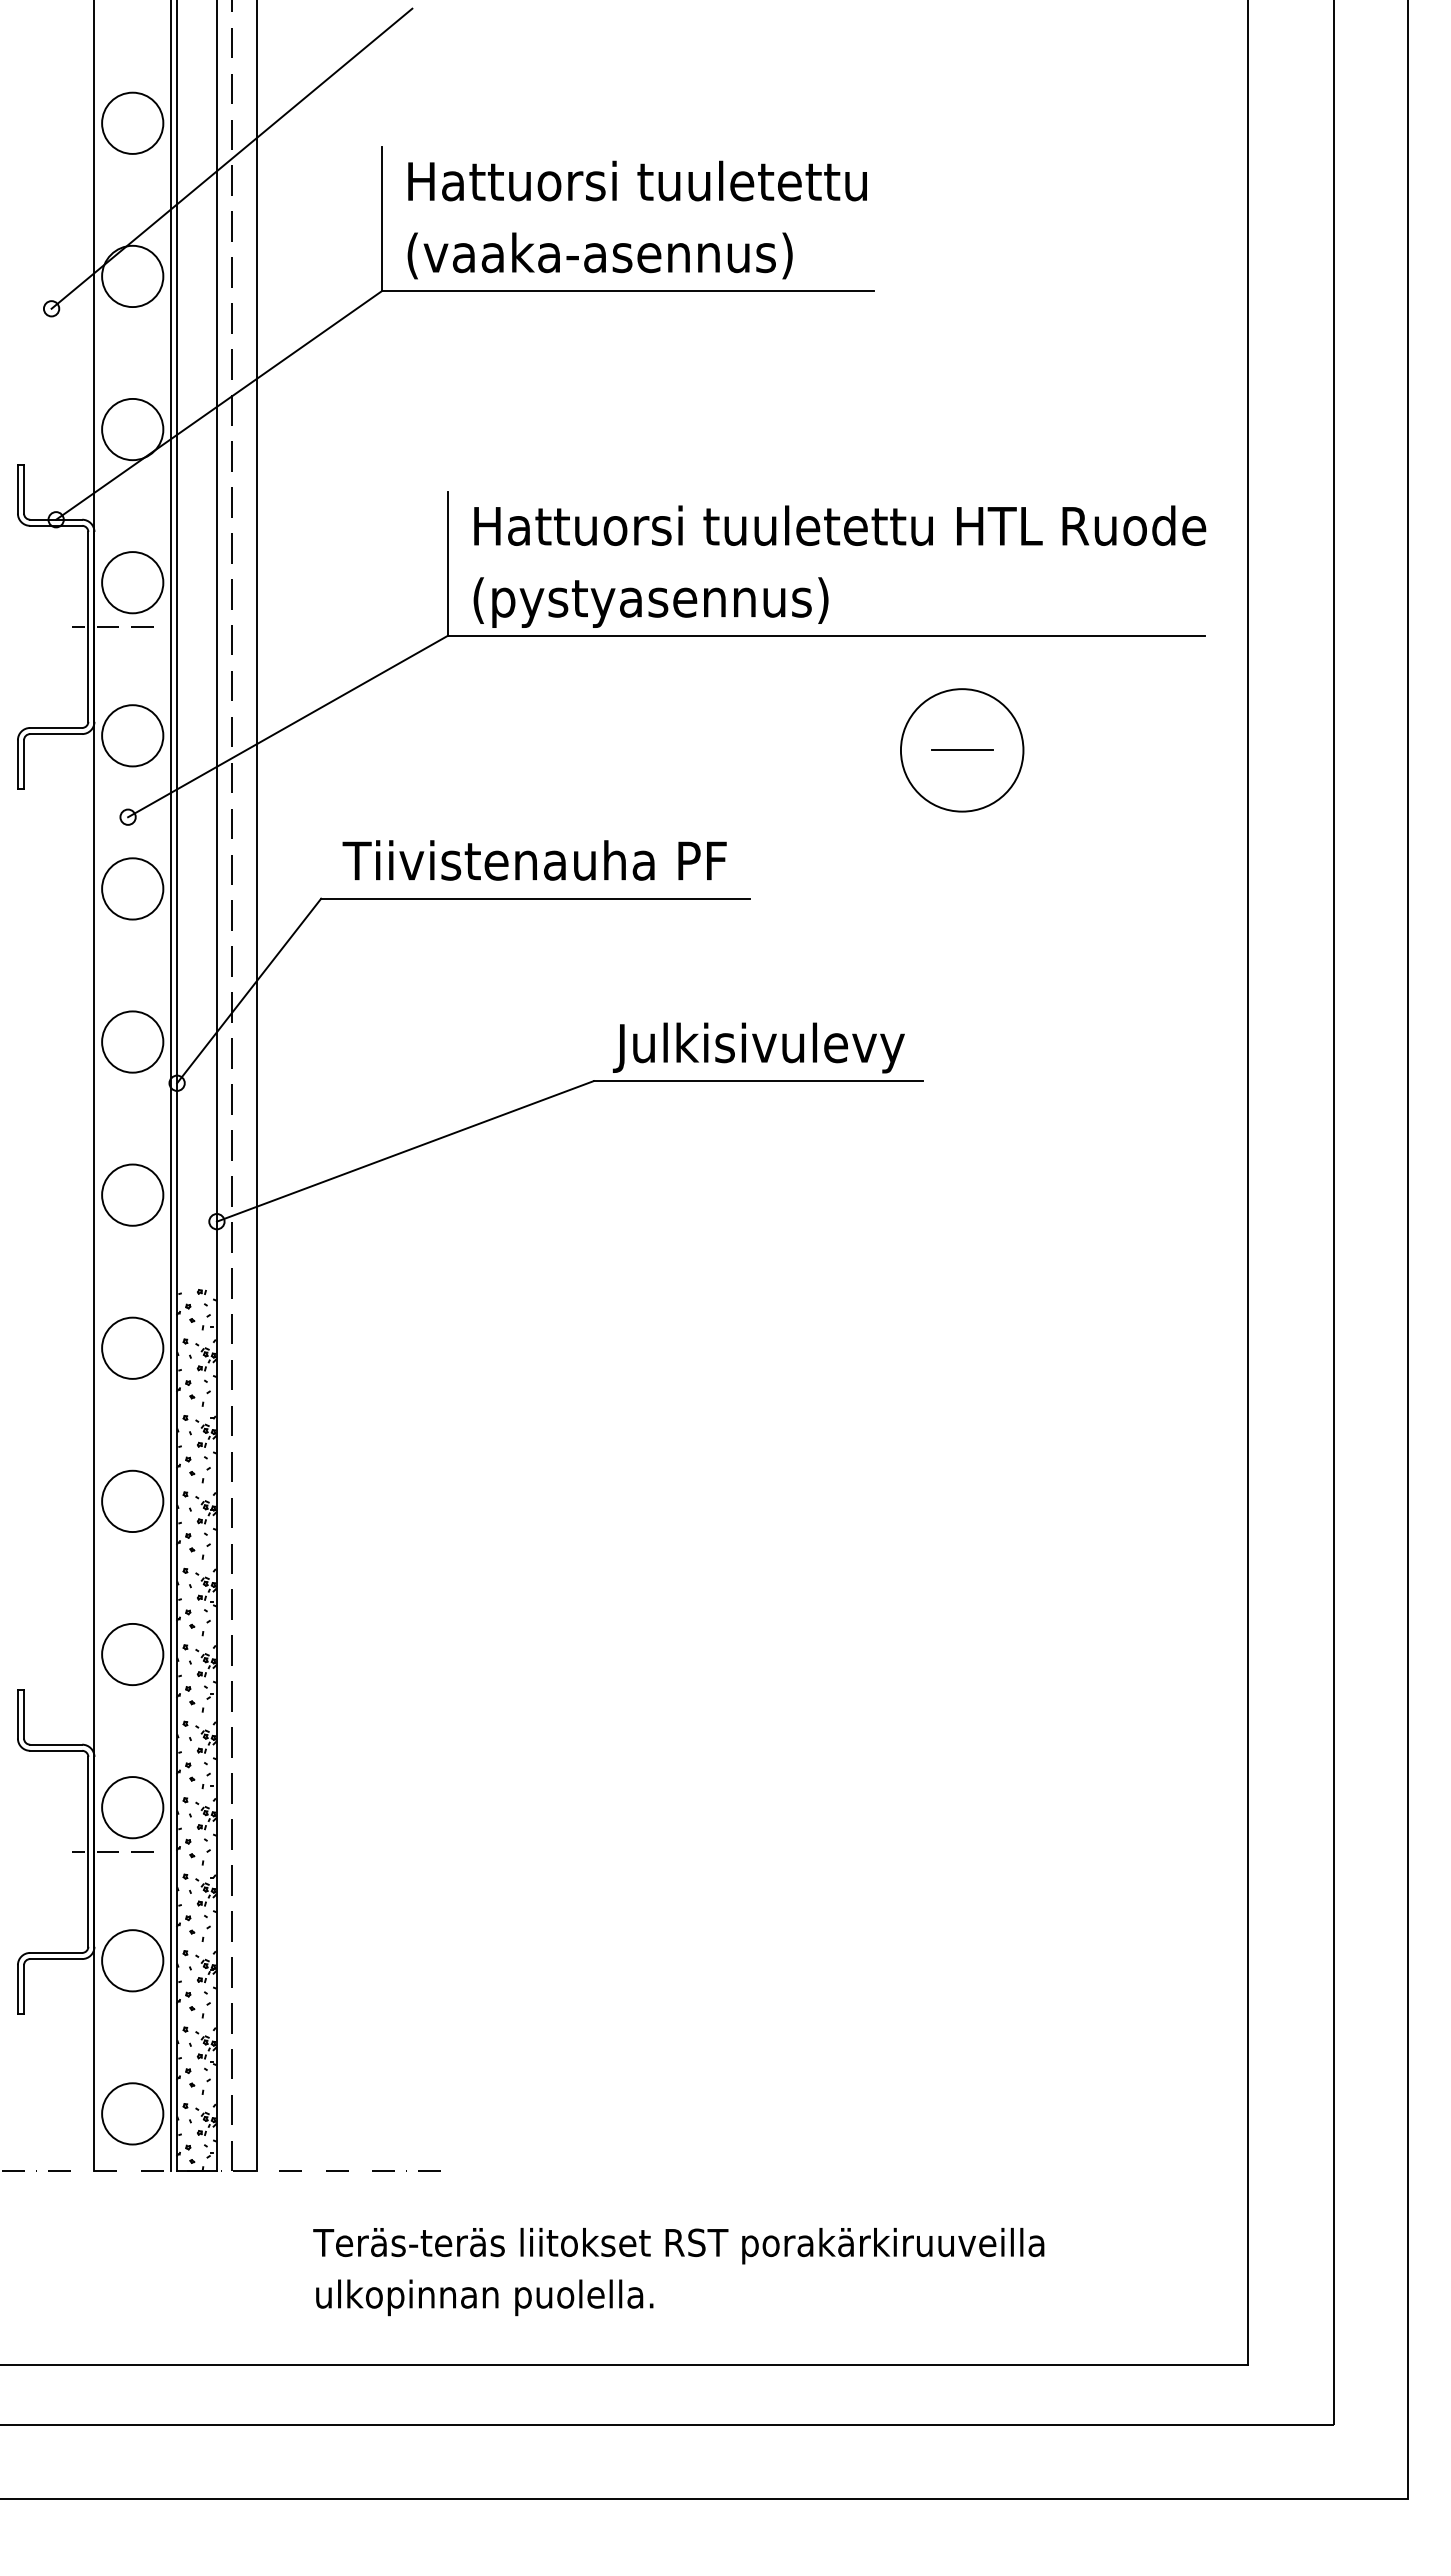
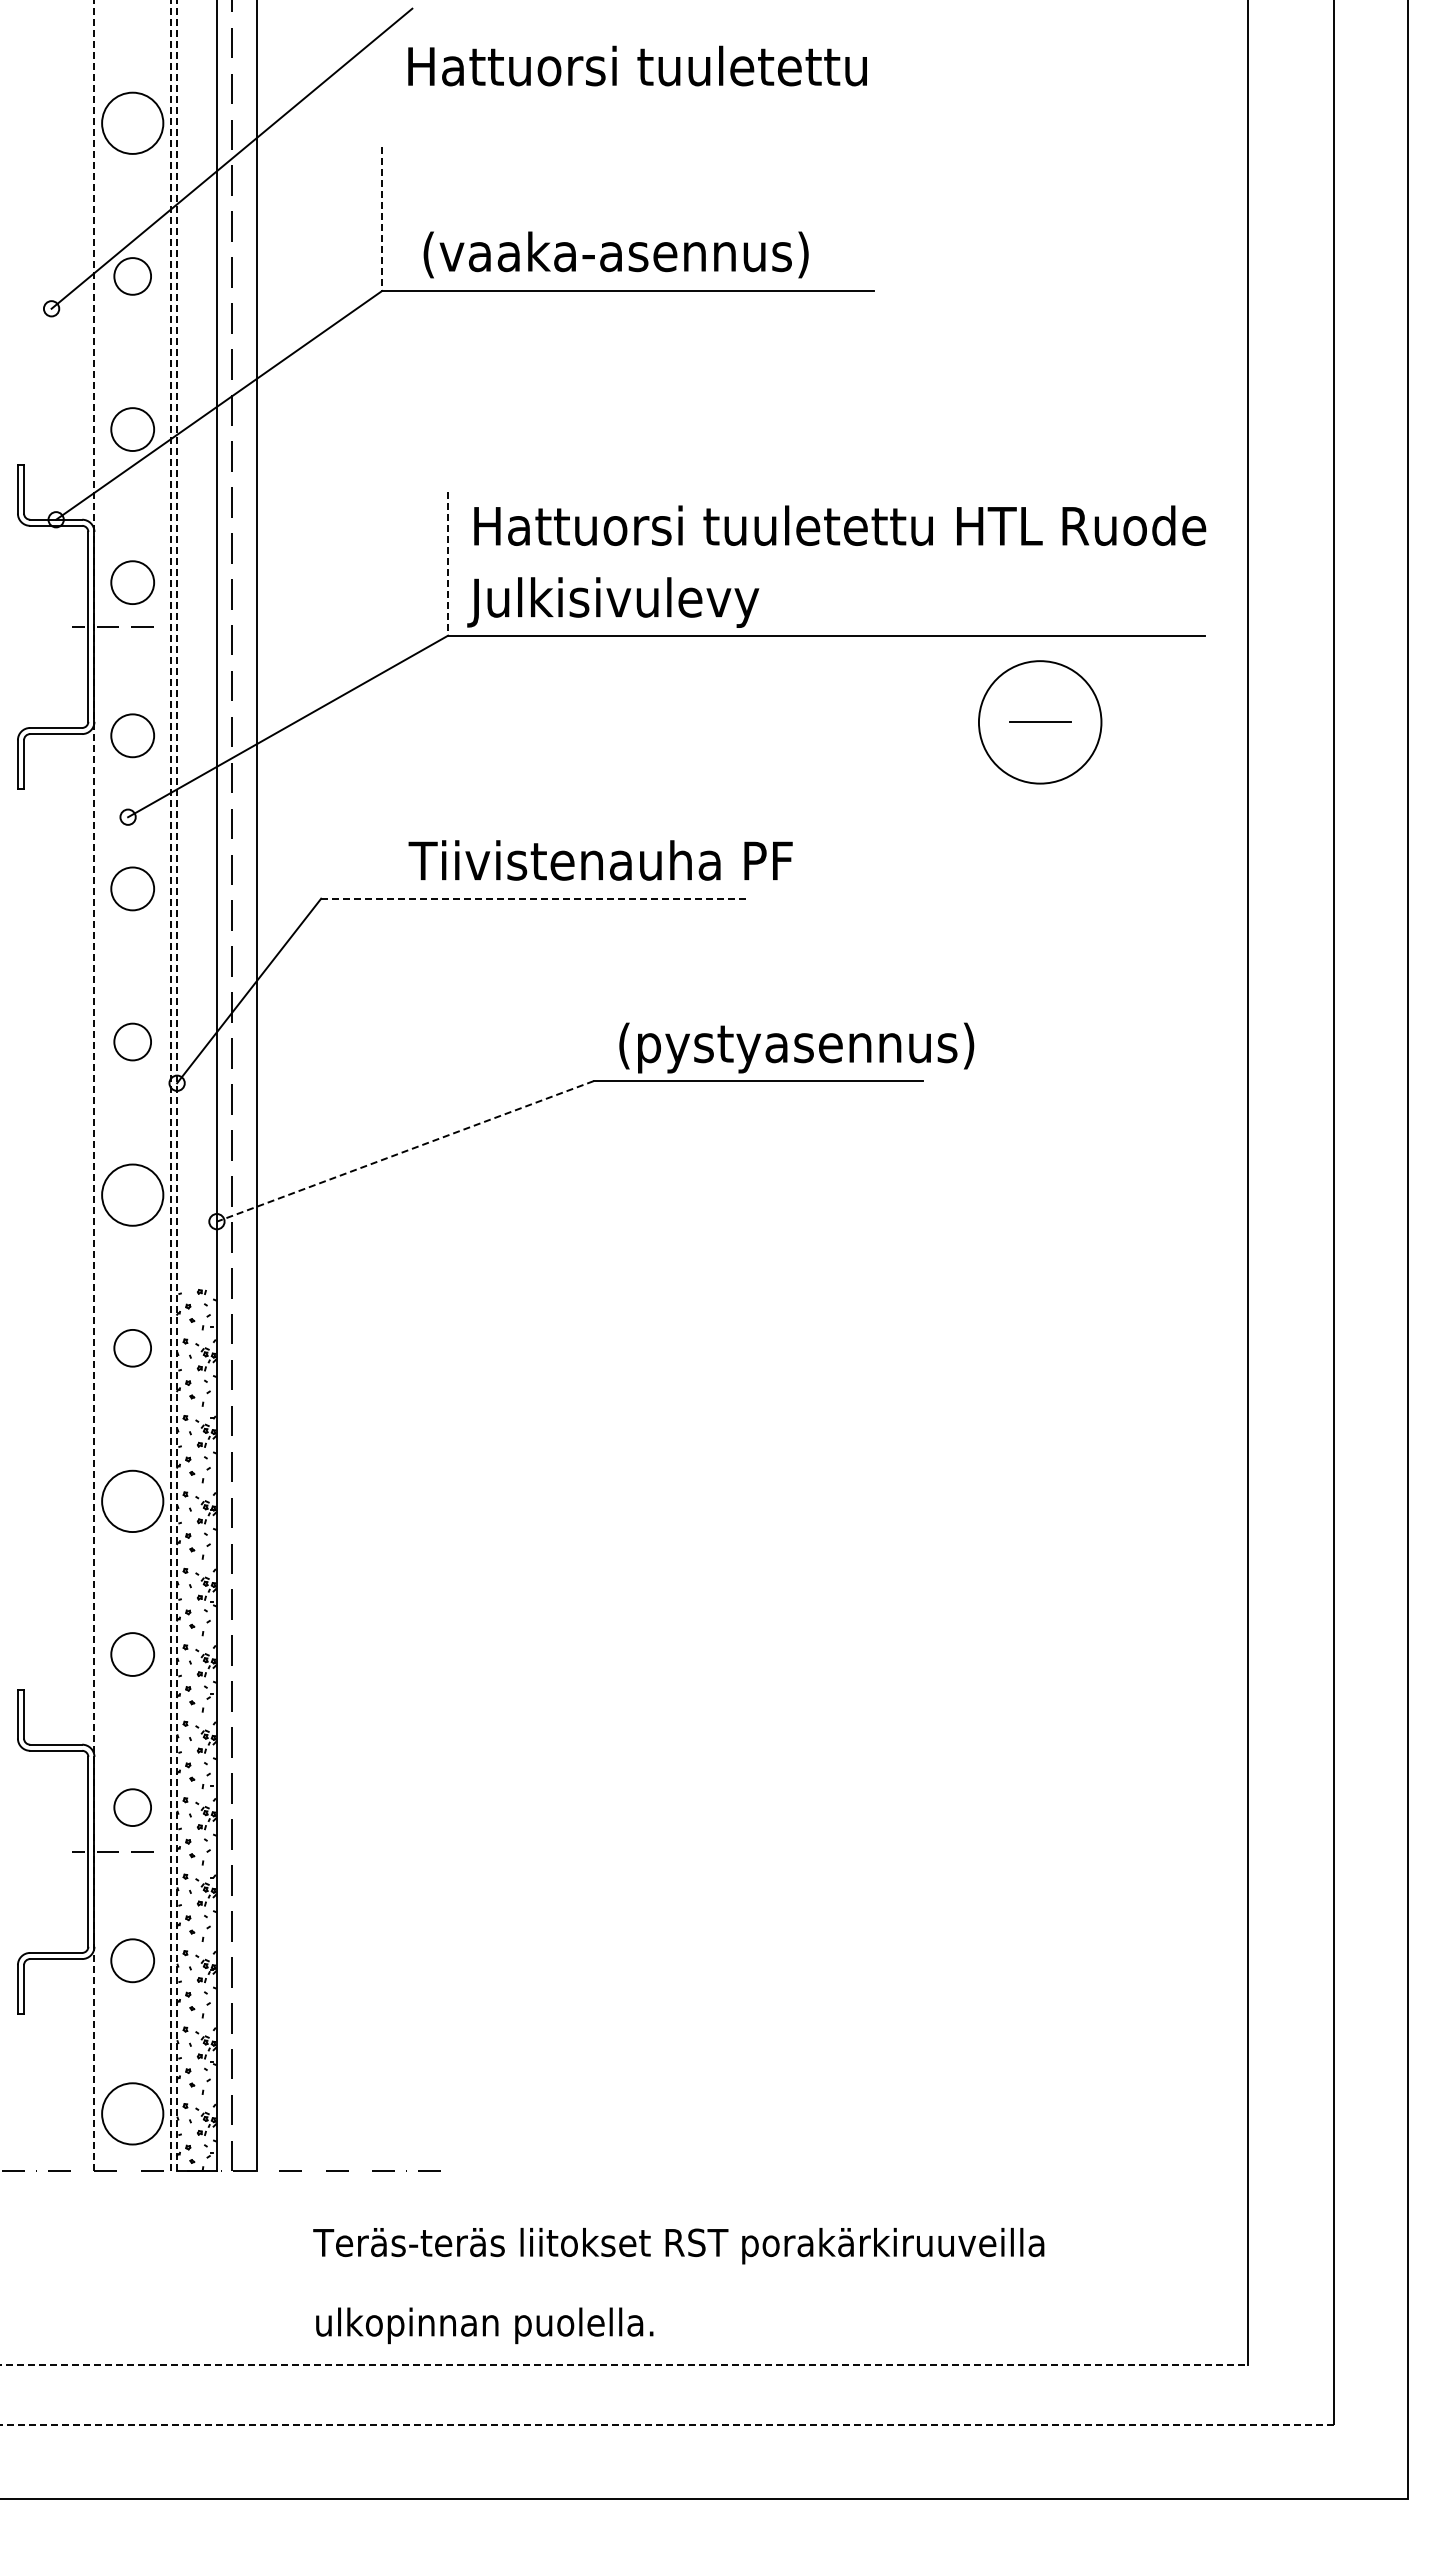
text at (637, 180) position: (637, 180) -> (637, 65)
line at (382, 219): solid -> dashed
text at (599, 255) position: (599, 255) -> (615, 254)
circle at (132, 276) diameter: 61 px -> 37 px
circle at (132, 429) diameter: 61 px -> 43 px
line at (448, 563): solid -> dashed
circle at (132, 582) diameter: 61 px -> 43 px
text at (647, 602): (pystyasennus) -> Julkisivulevy
circle at (132, 735) diameter: 61 px -> 43 px
part at (962, 750) position: (962, 750) -> (1040, 722)
text at (534, 860) position: (534, 860) -> (600, 860)
circle at (132, 888) diameter: 61 px -> 43 px
line at (536, 898): solid -> dashed
circle at (132, 1041) diameter: 61 px -> 37 px
text at (793, 1047): Julkisivulevy -> (pystyasennus)
line at (94, 1085): solid -> dashed
line at (171, 1085): solid -> dashed
line at (177, 1085): solid -> dashed
line at (404, 1151): solid -> dashed
circle at (132, 1347) diameter: 61 px -> 37 px
circle at (132, 1654) diameter: 61 px -> 43 px
circle at (132, 1807) diameter: 61 px -> 37 px
circle at (132, 1960) diameter: 61 px -> 43 px
text at (484, 2297) position: (484, 2297) -> (484, 2325)
line at (624, 2365): solid -> dashed
line at (667, 2425): solid -> dashed
